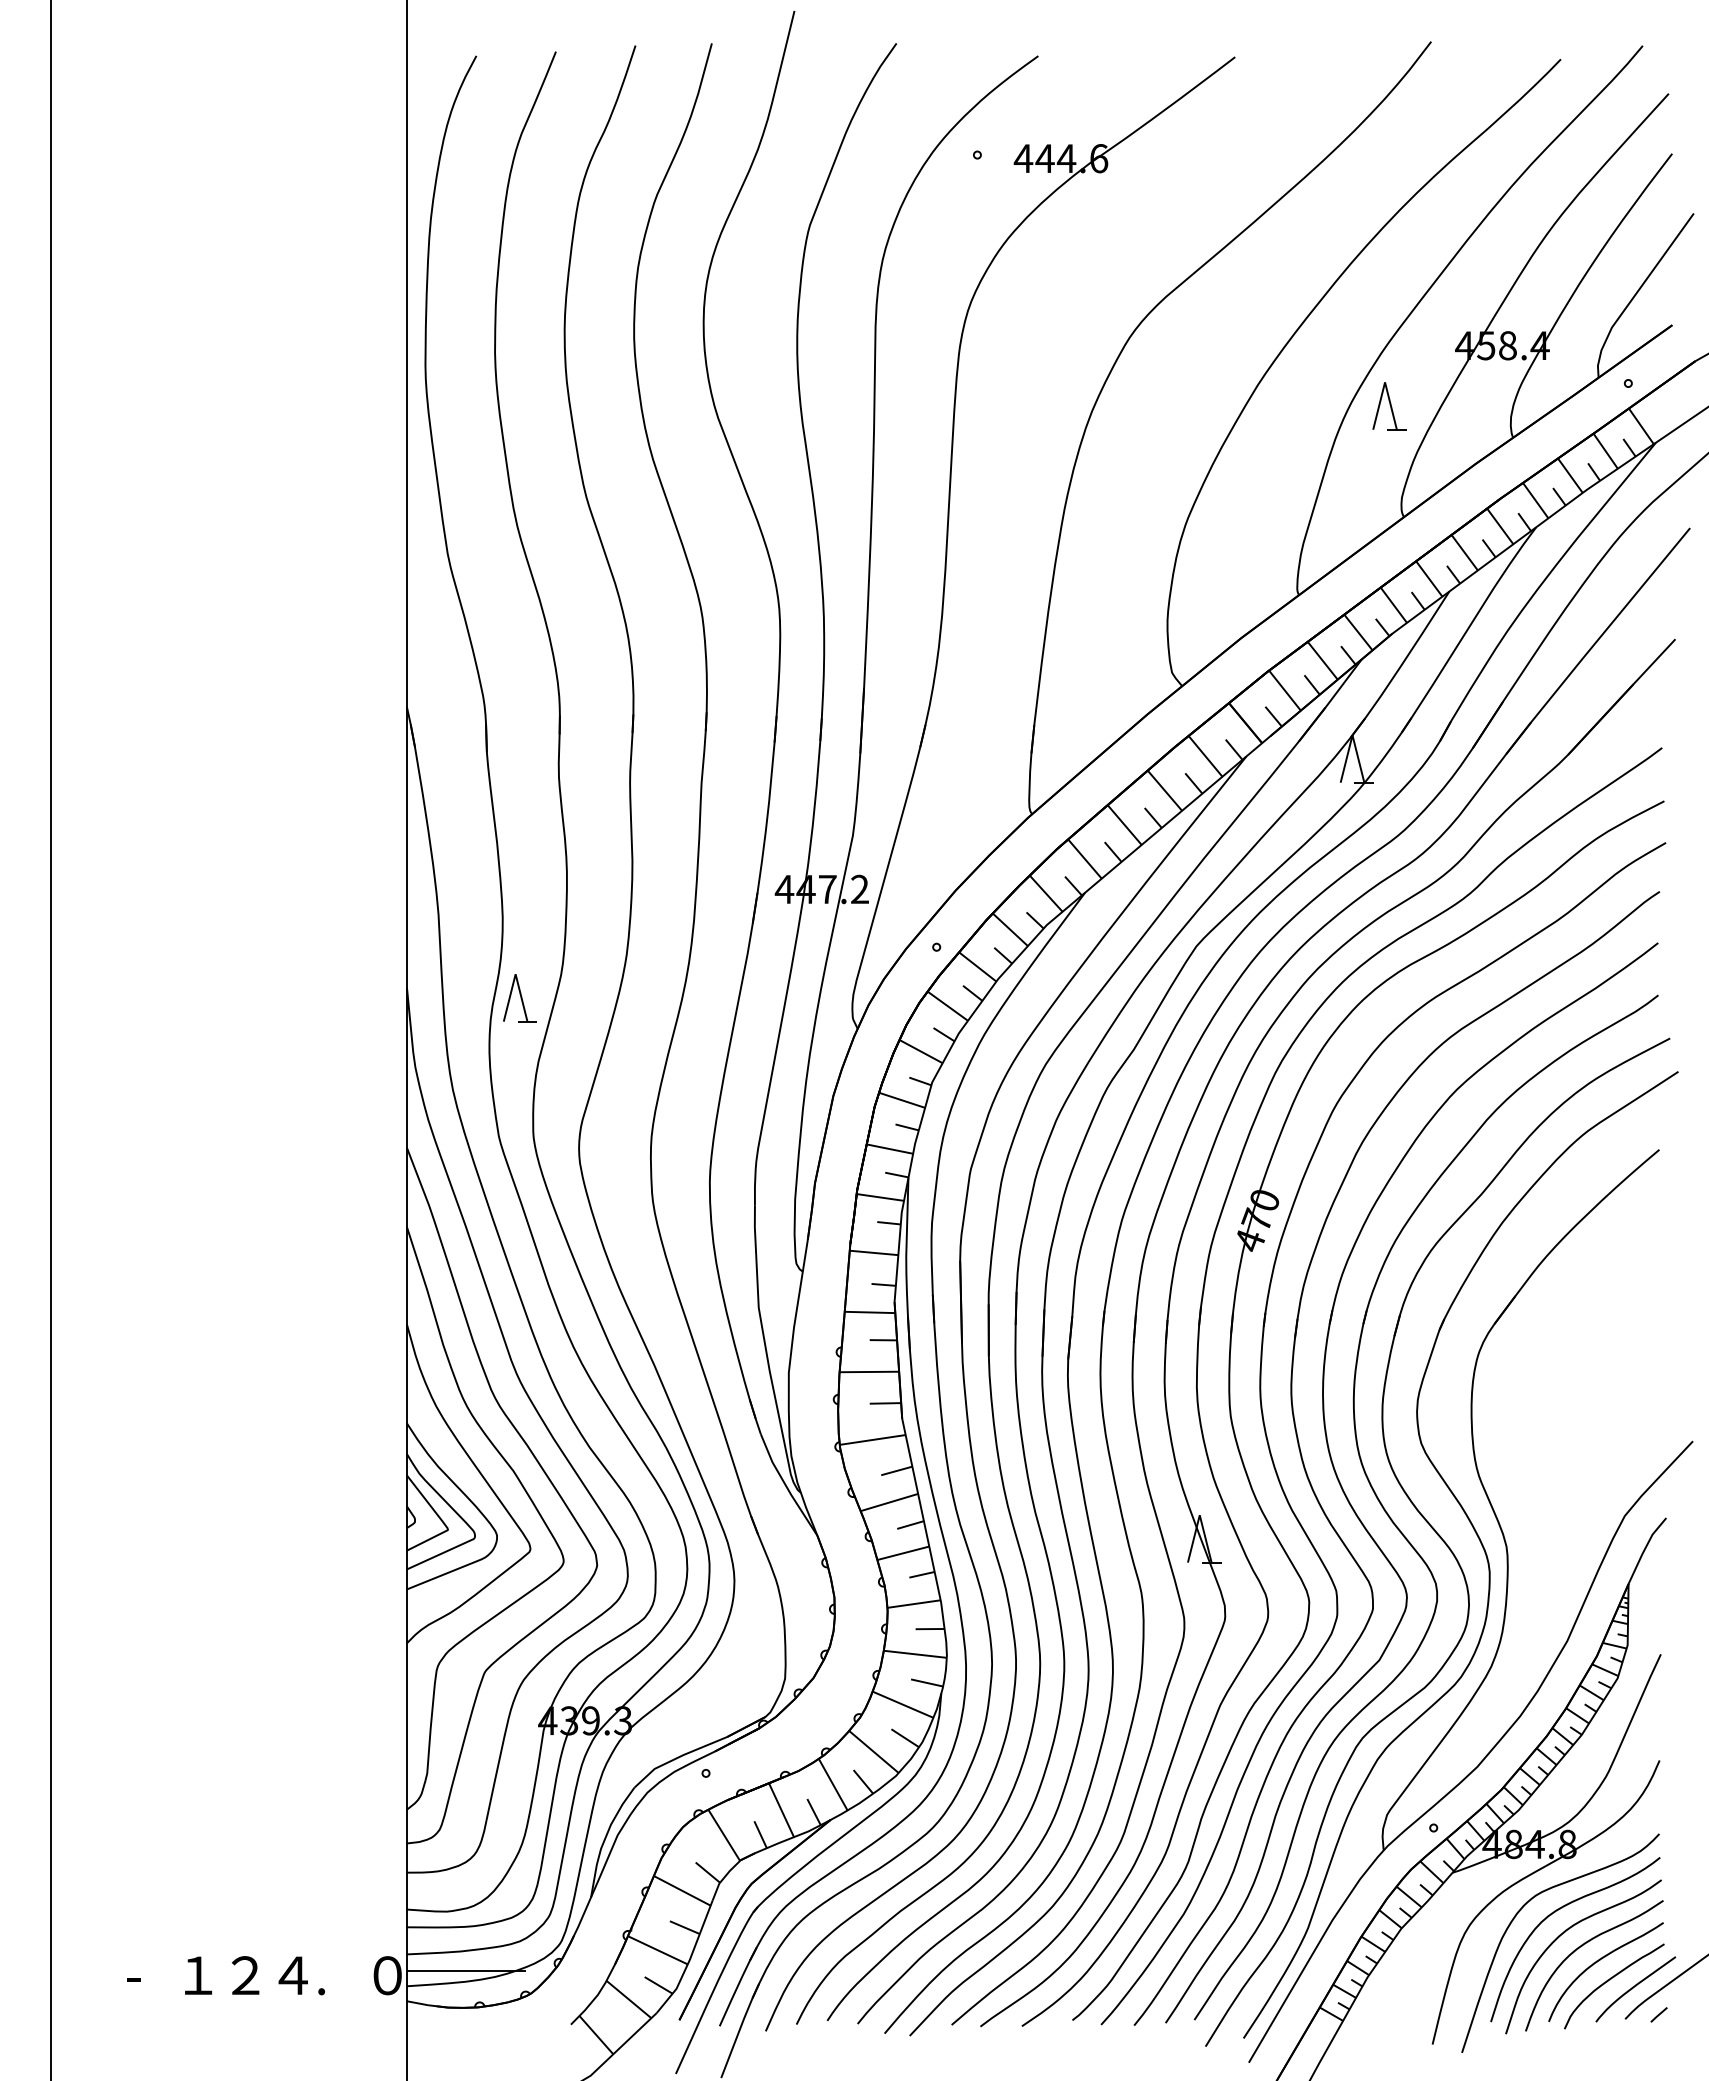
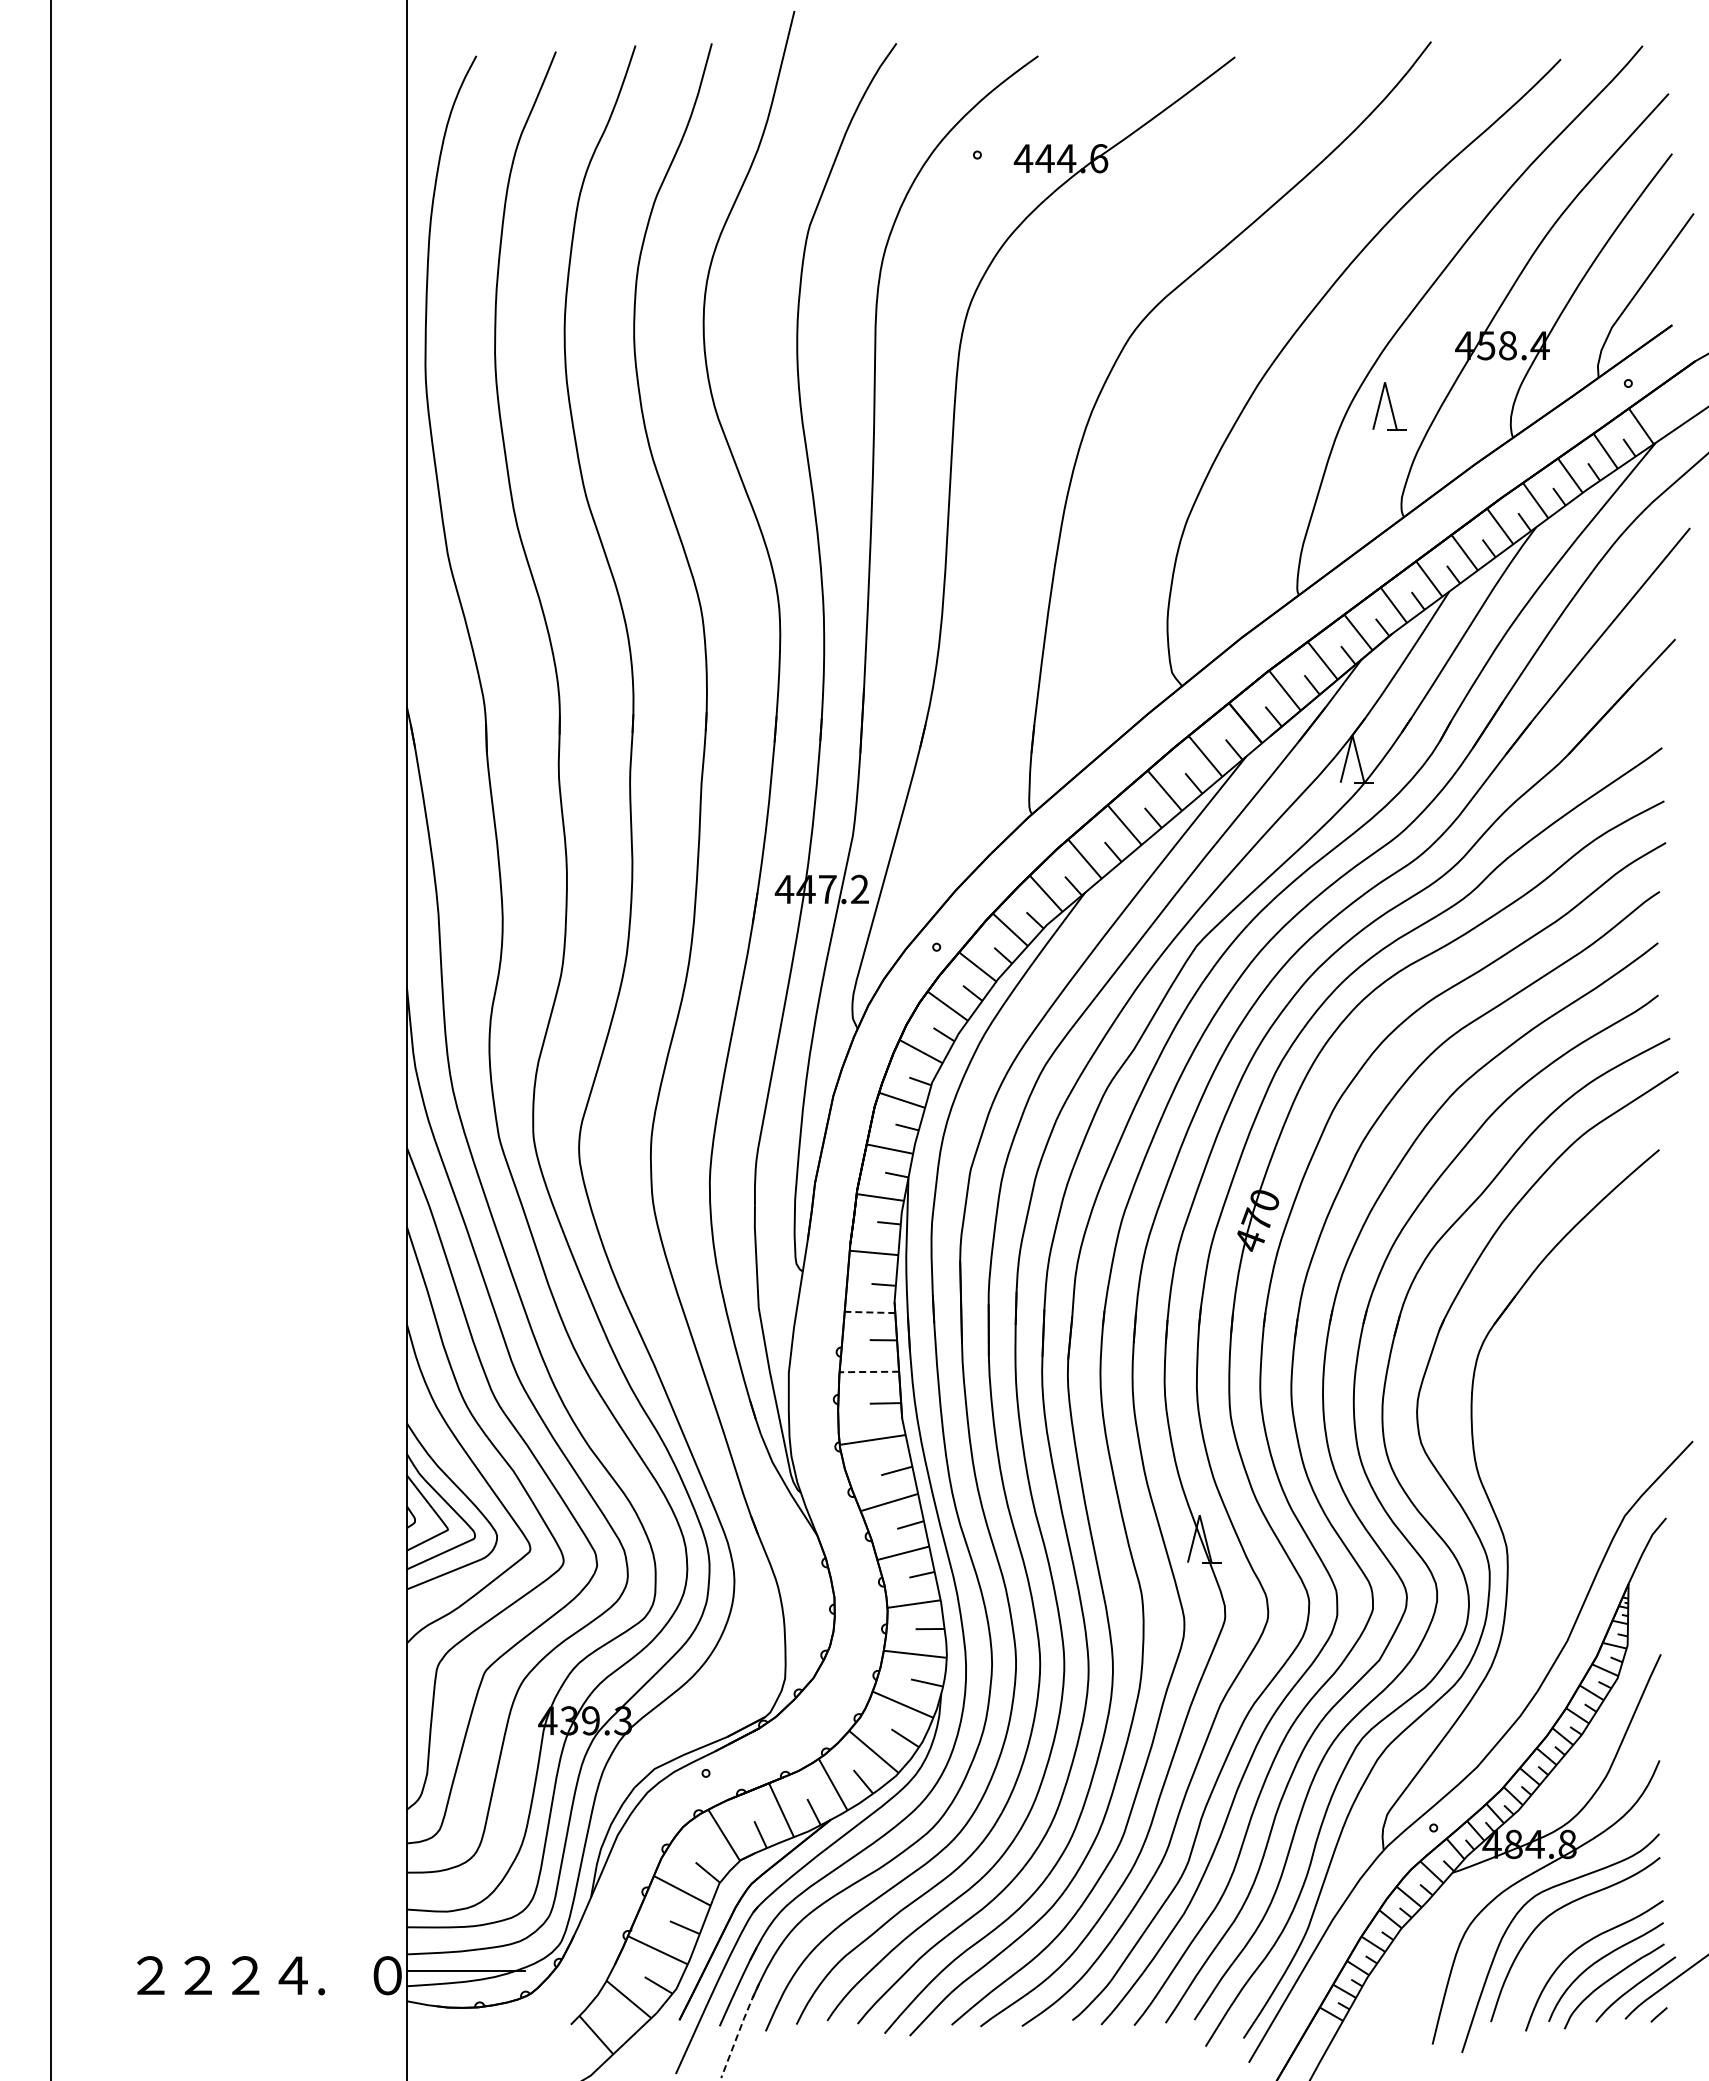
part at (519, 998): present -> none
line at (869, 1312): solid -> dashed
line at (869, 1371): solid -> dashed
curve at (1564, 1933): present -> none
text at (145, 1975): - -> ２
text at (198, 1975): １ -> ２
line at (739, 2029): solid -> dashed
